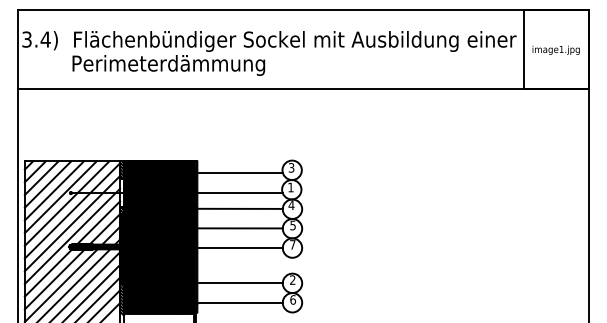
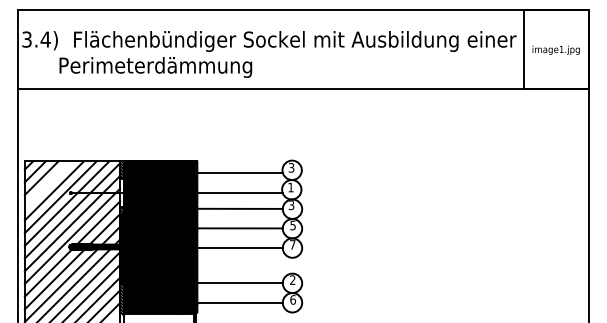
text at (168, 65) position: (168, 65) -> (155, 67)
line at (47, 184): present -> none
text at (291, 205): 4 -> 3
